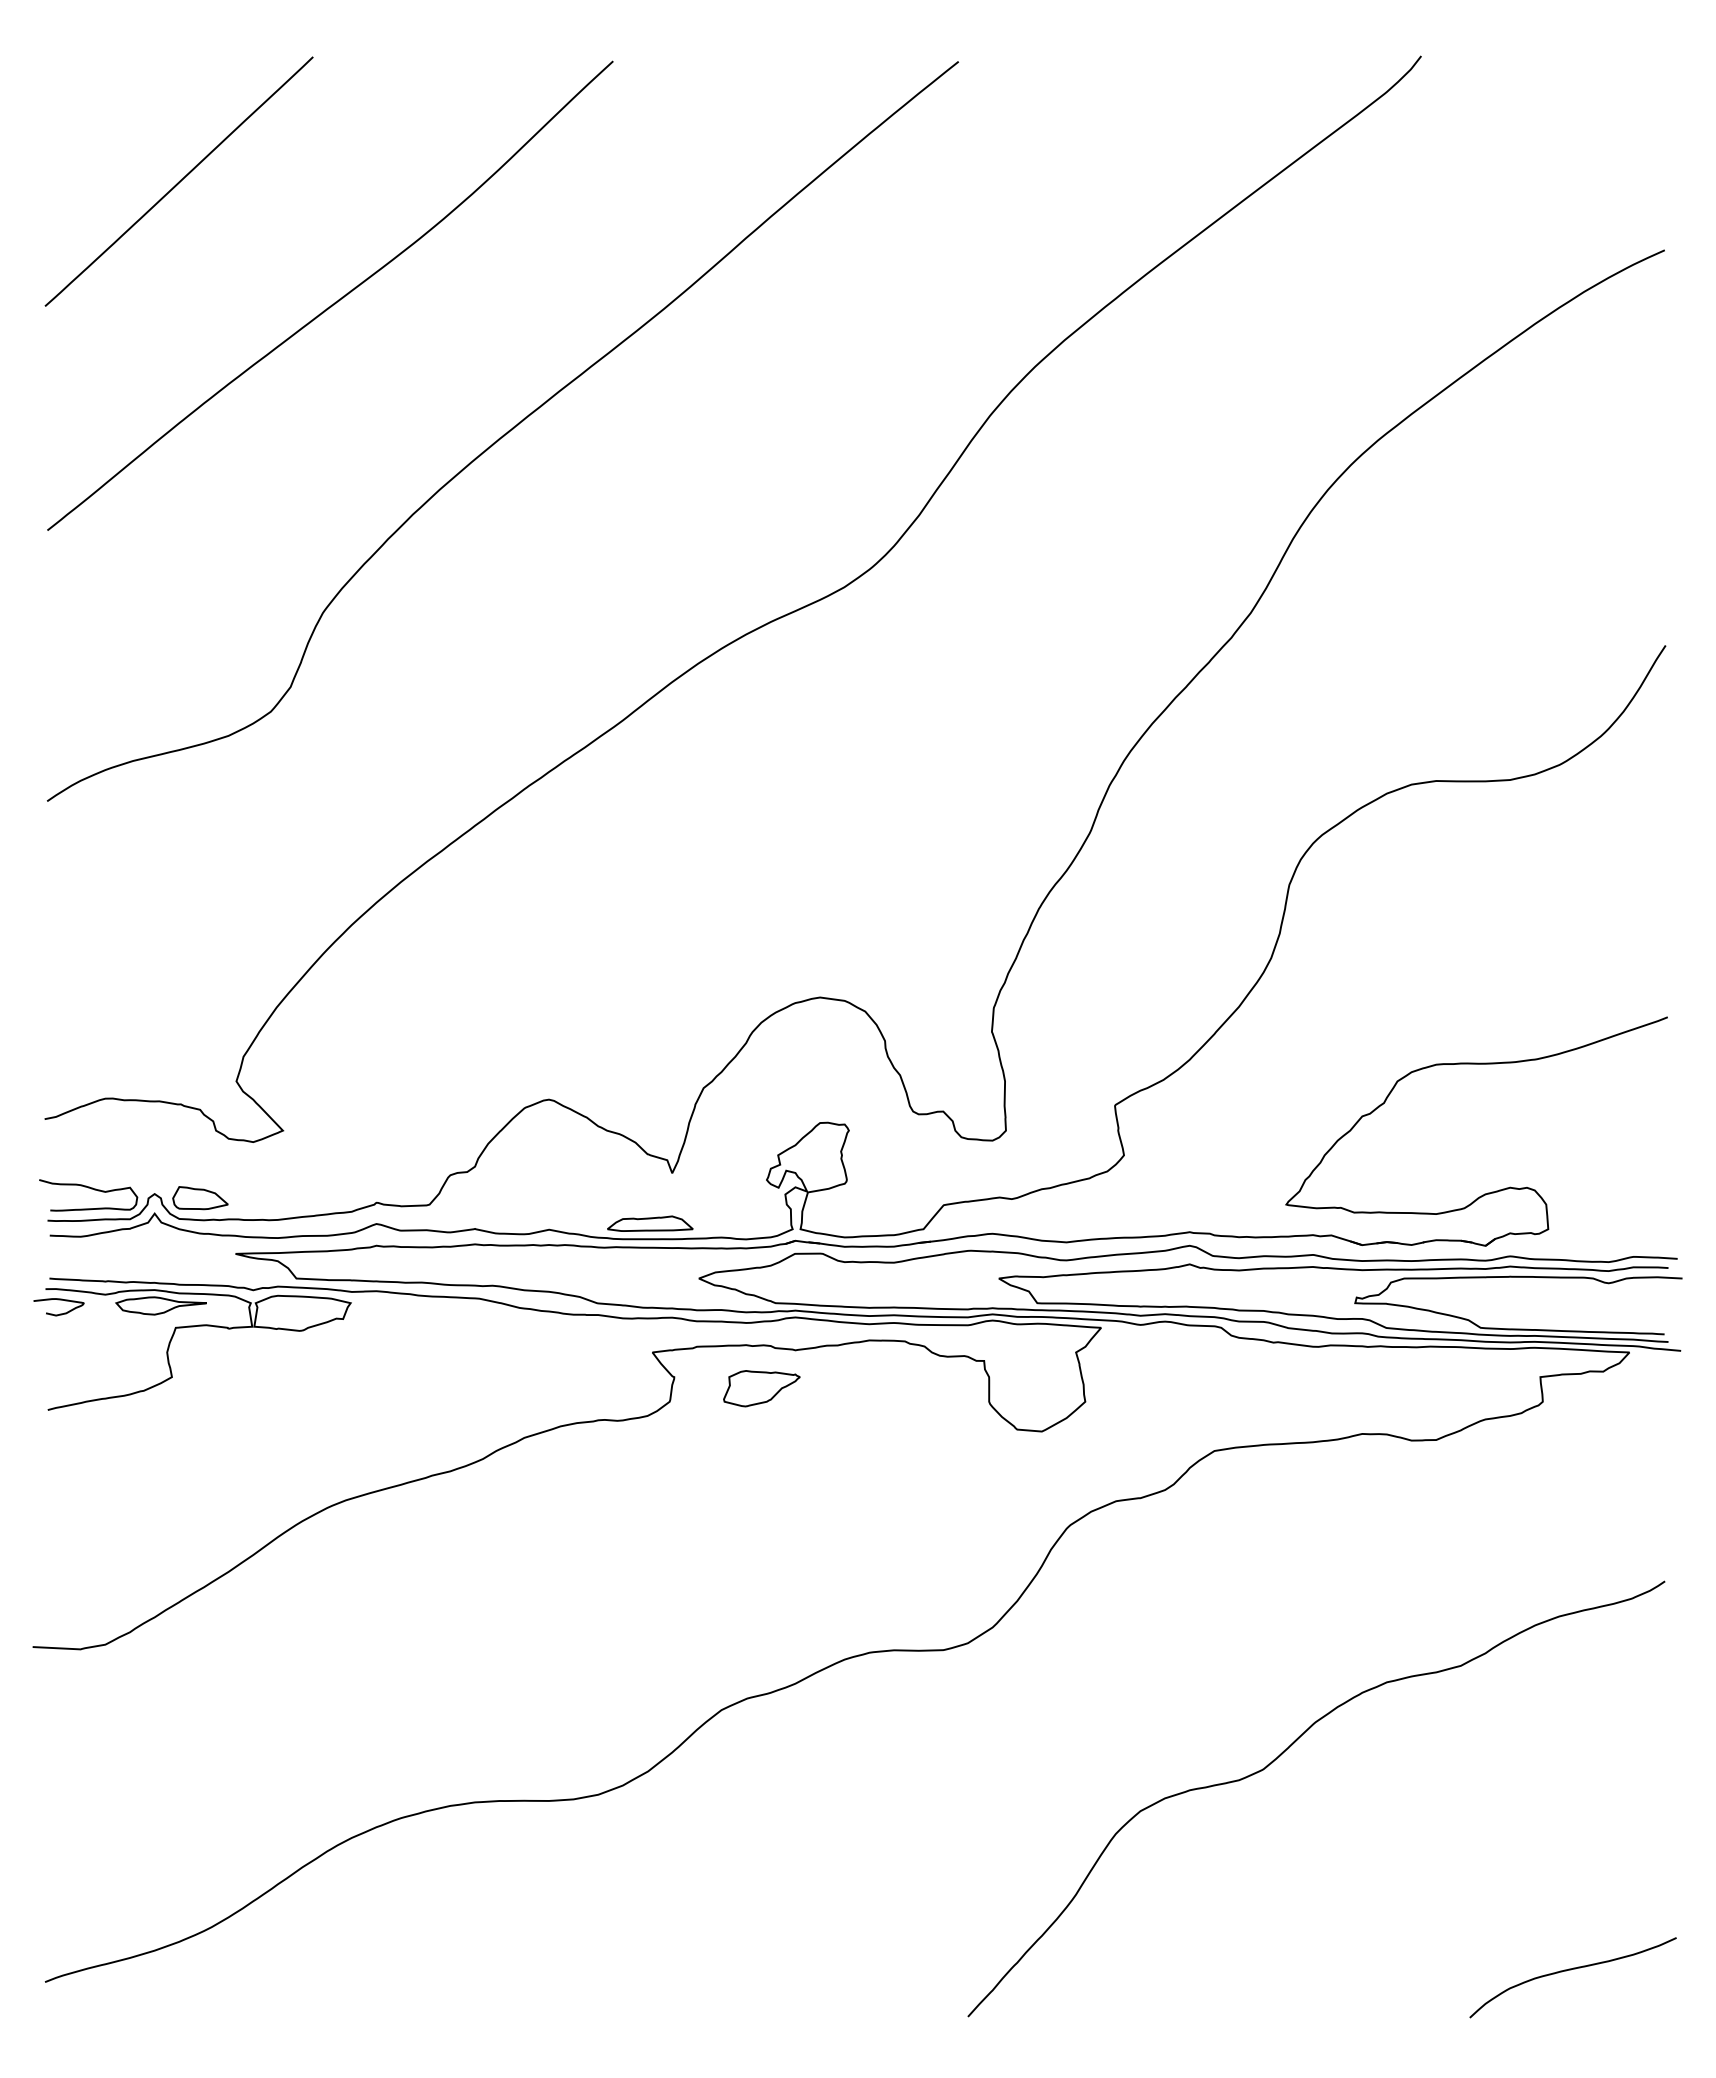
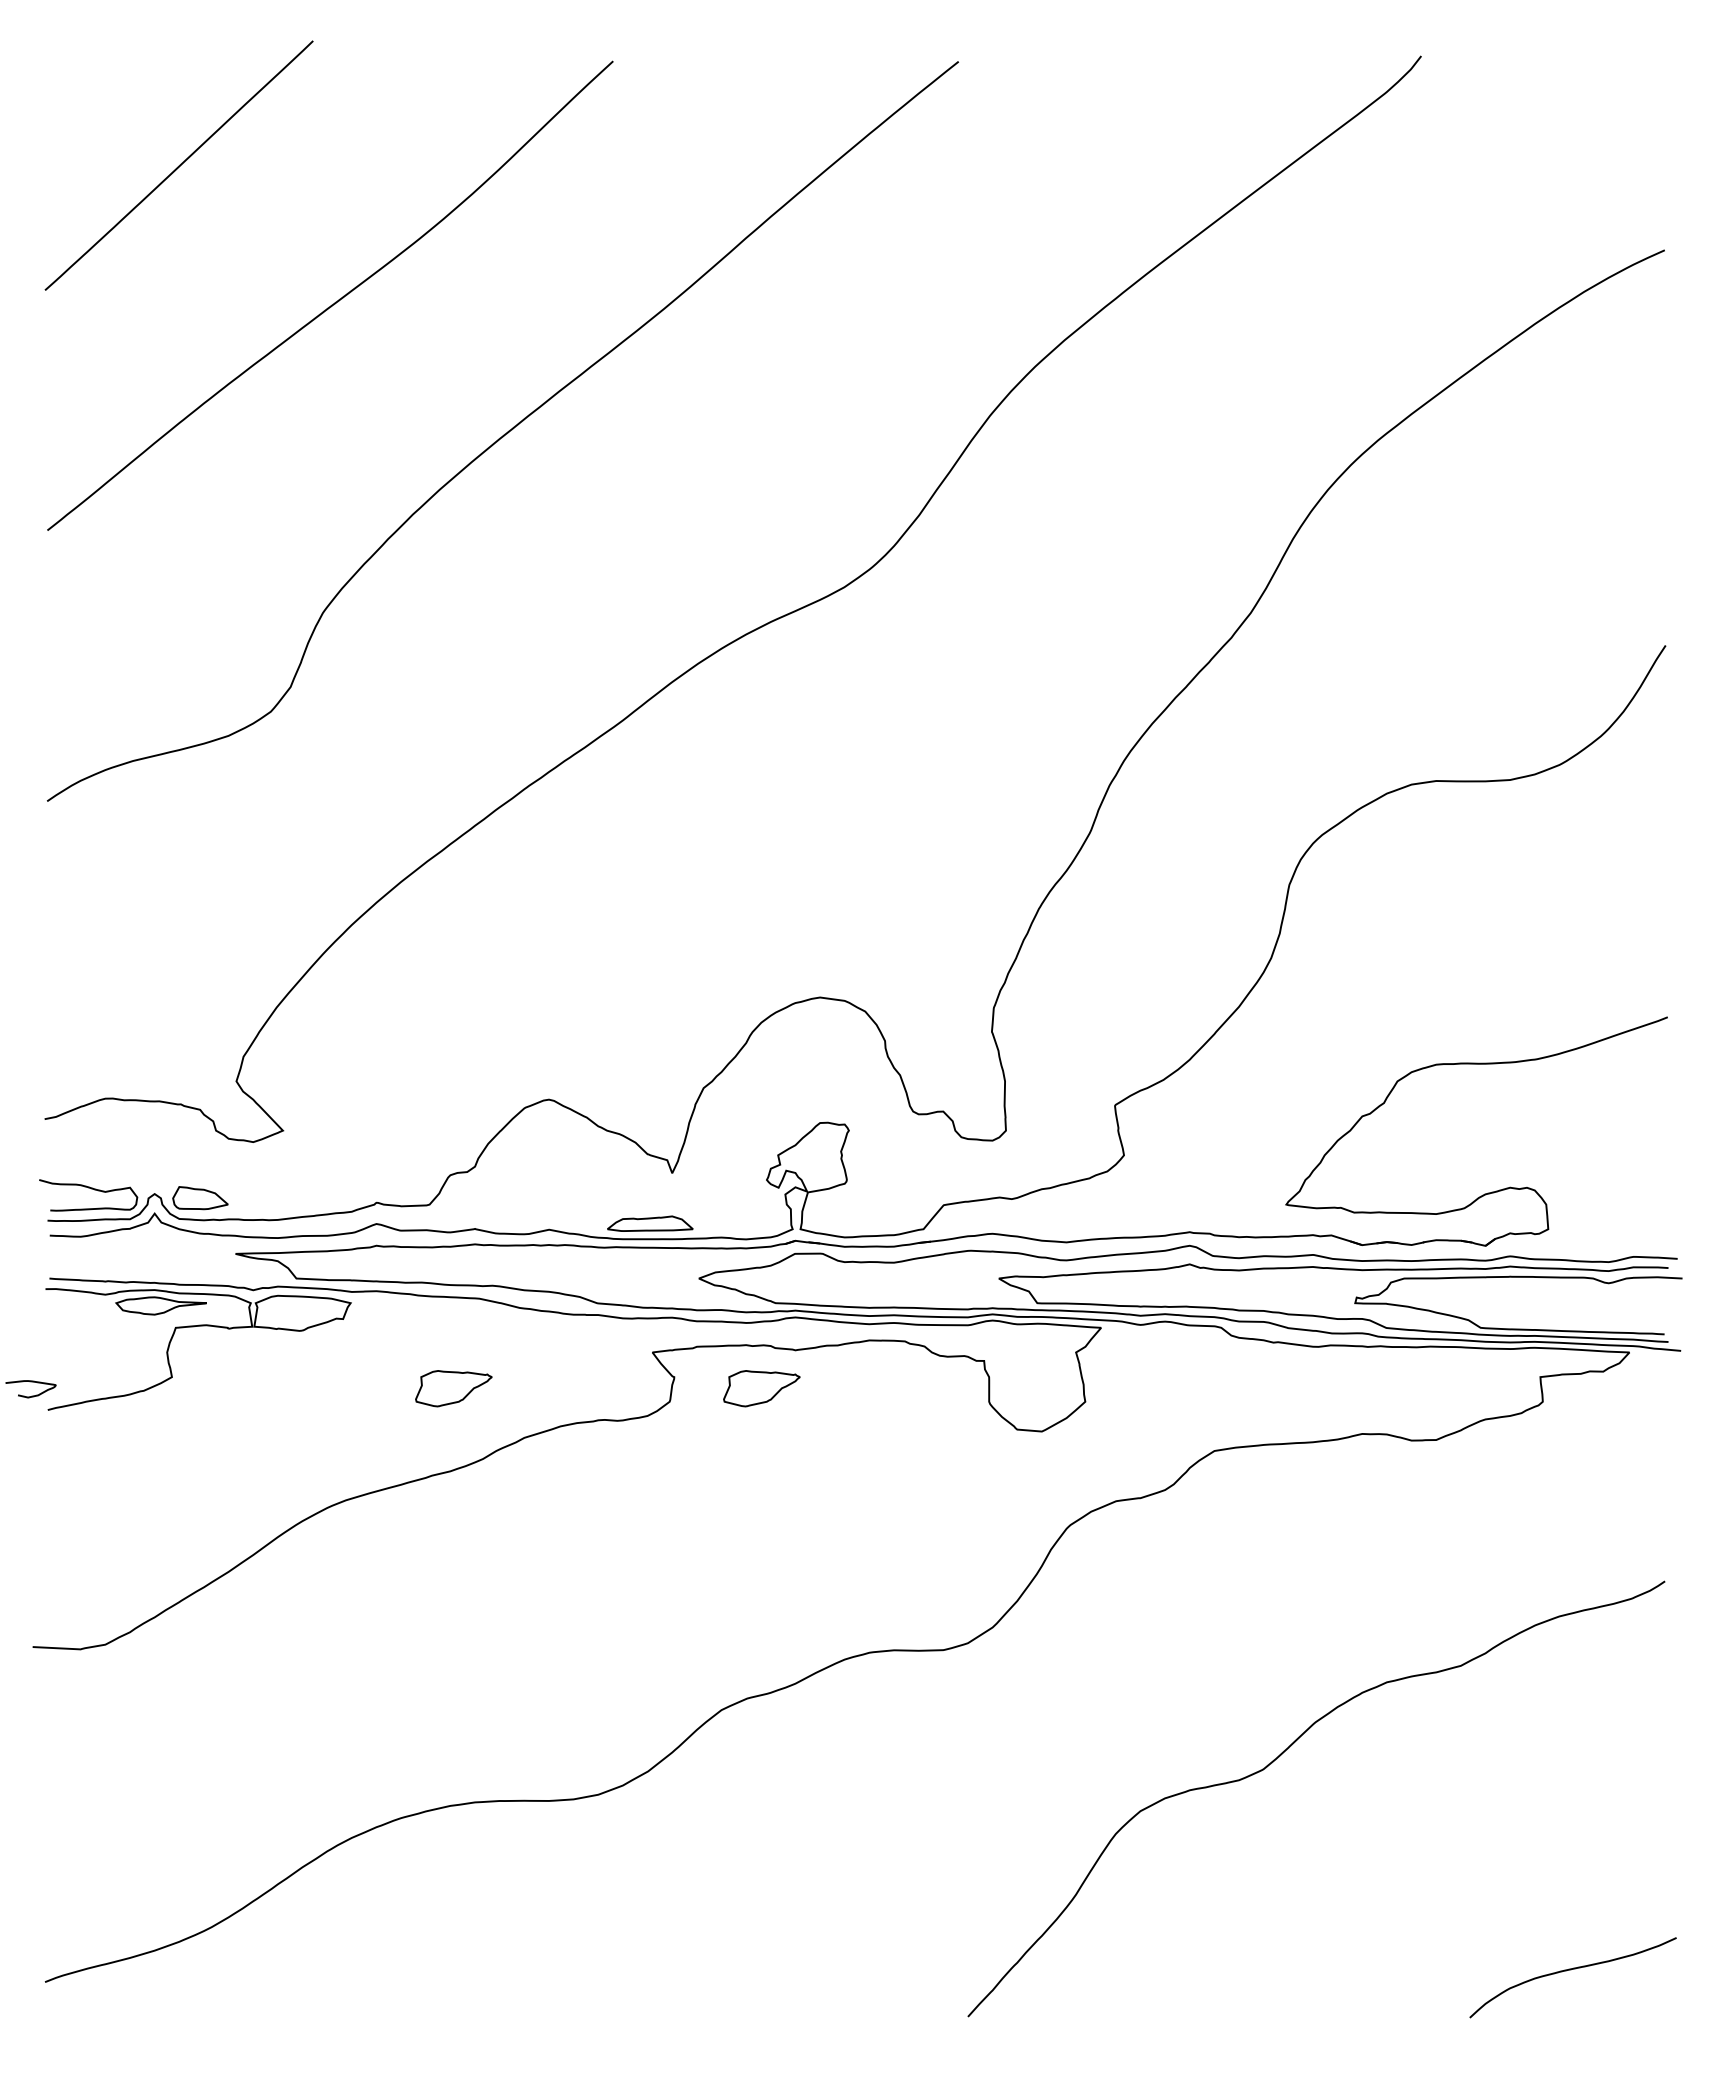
line at (178, 181) position: (178, 181) -> (178, 165)
curve at (59, 1313) position: (59, 1313) -> (31, 1395)
part at (453, 1388): none -> present
